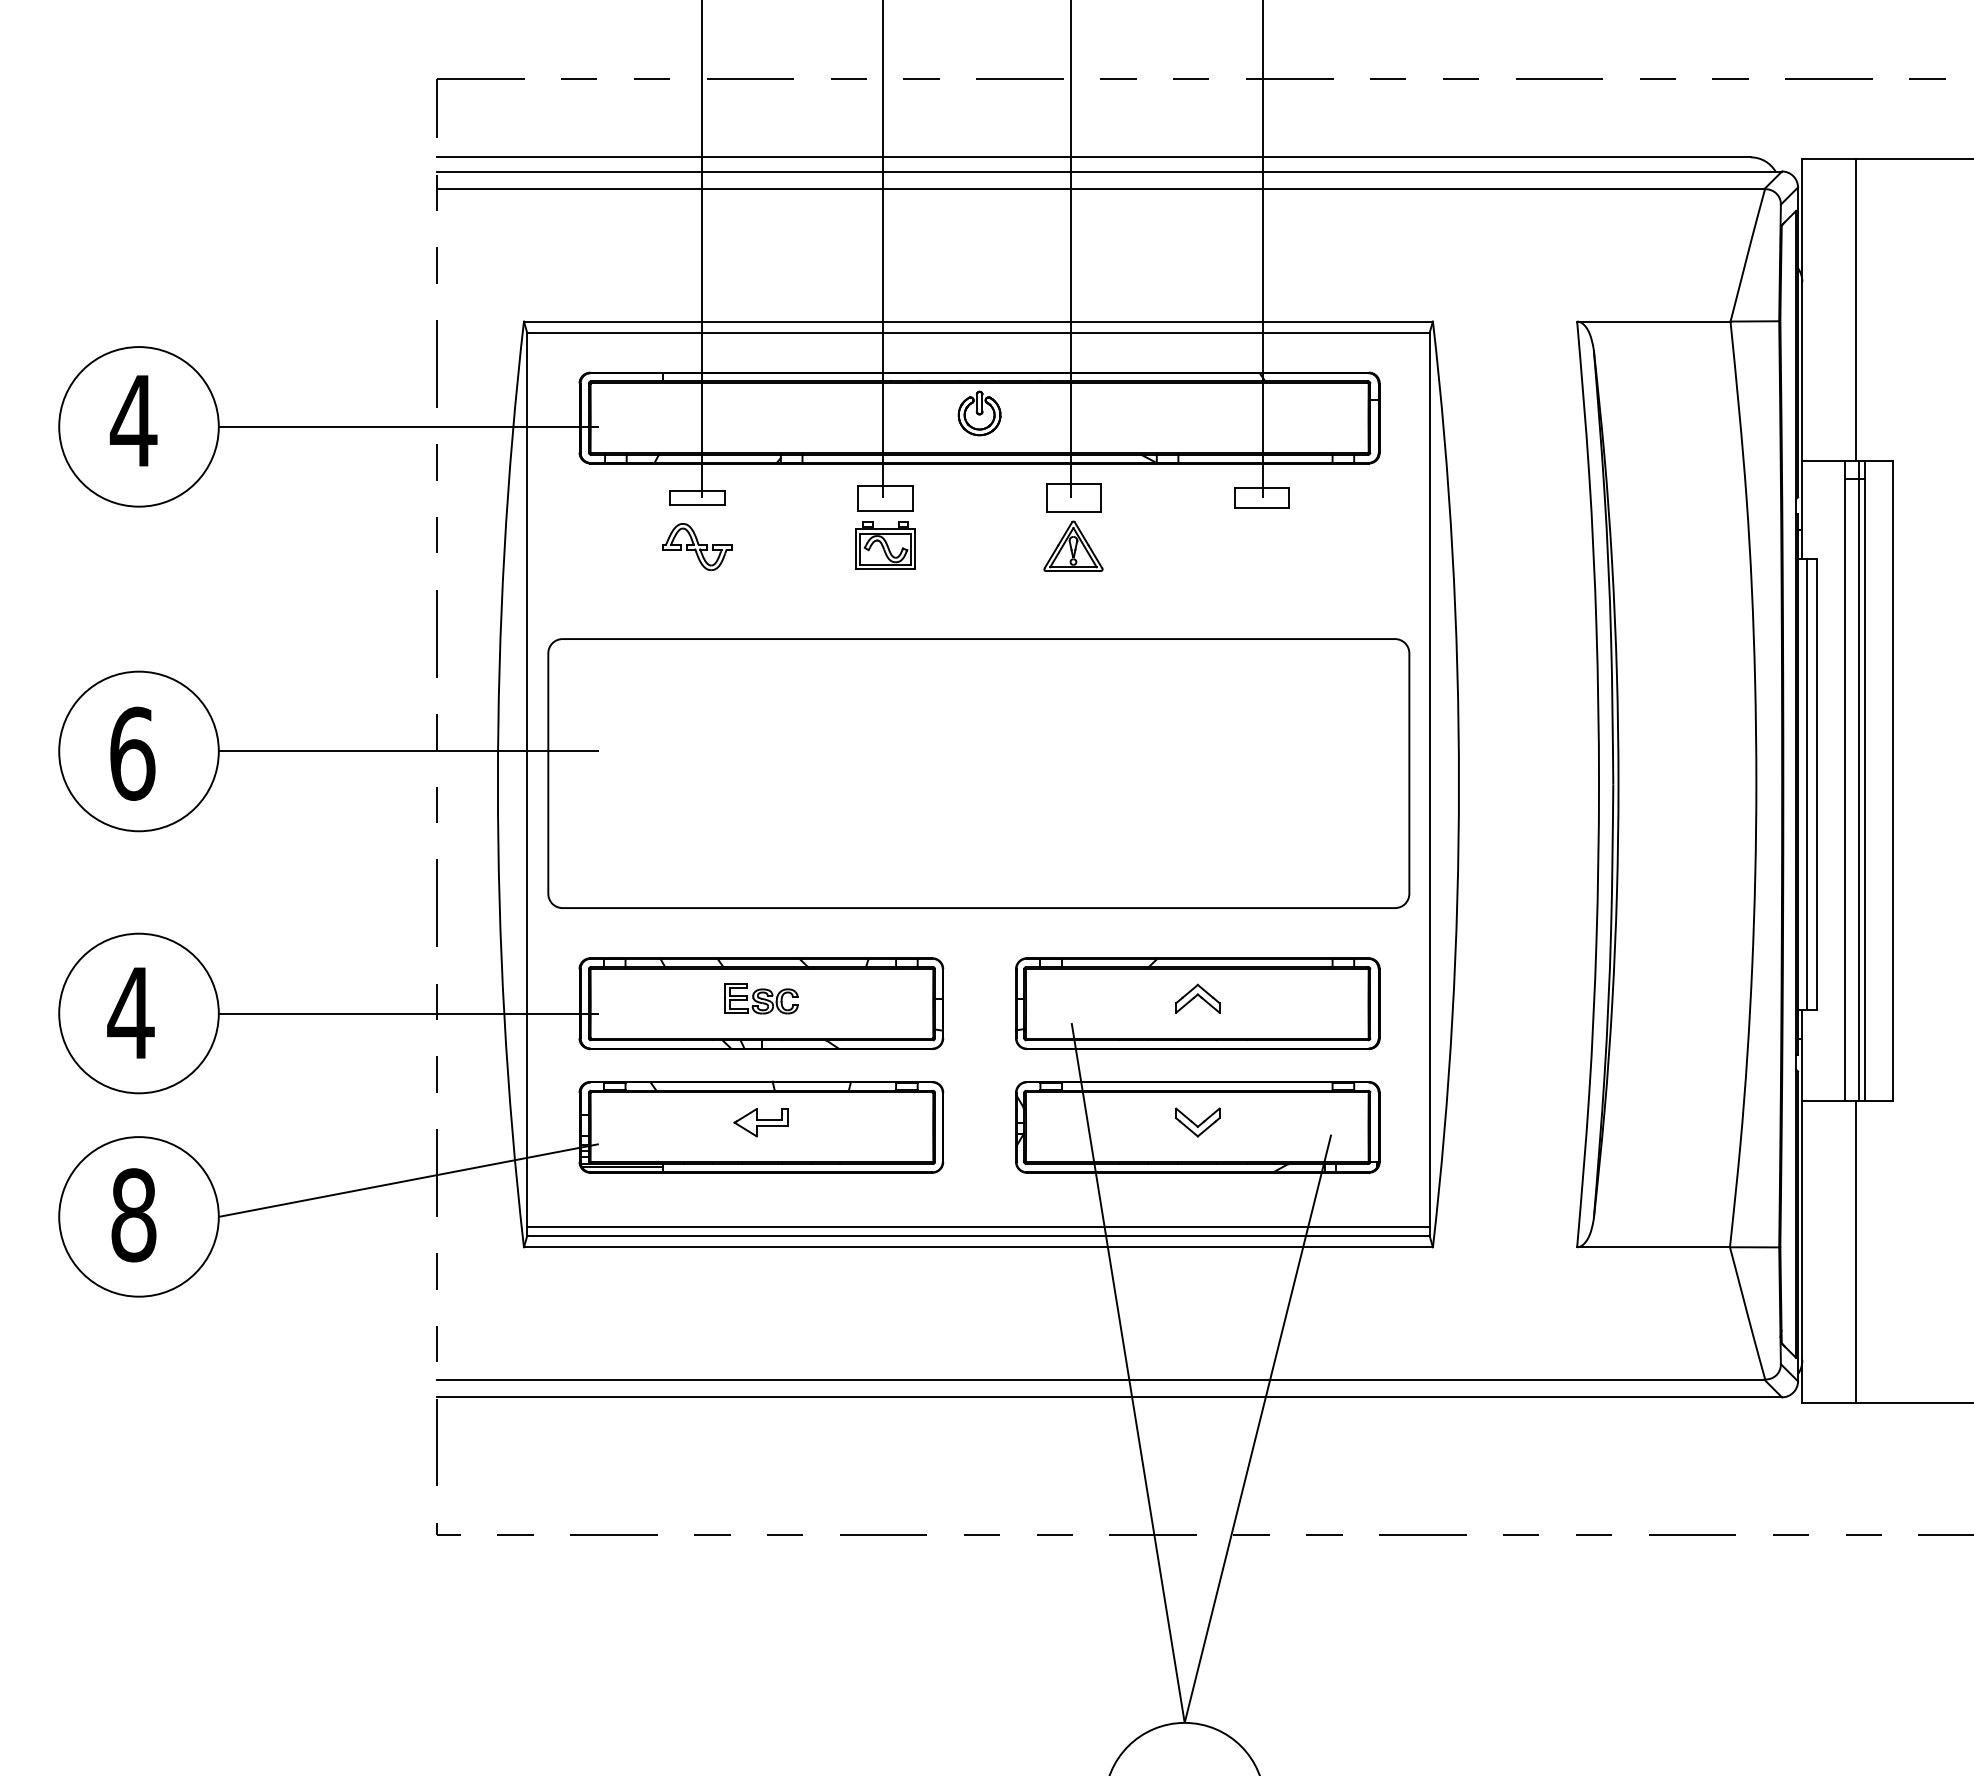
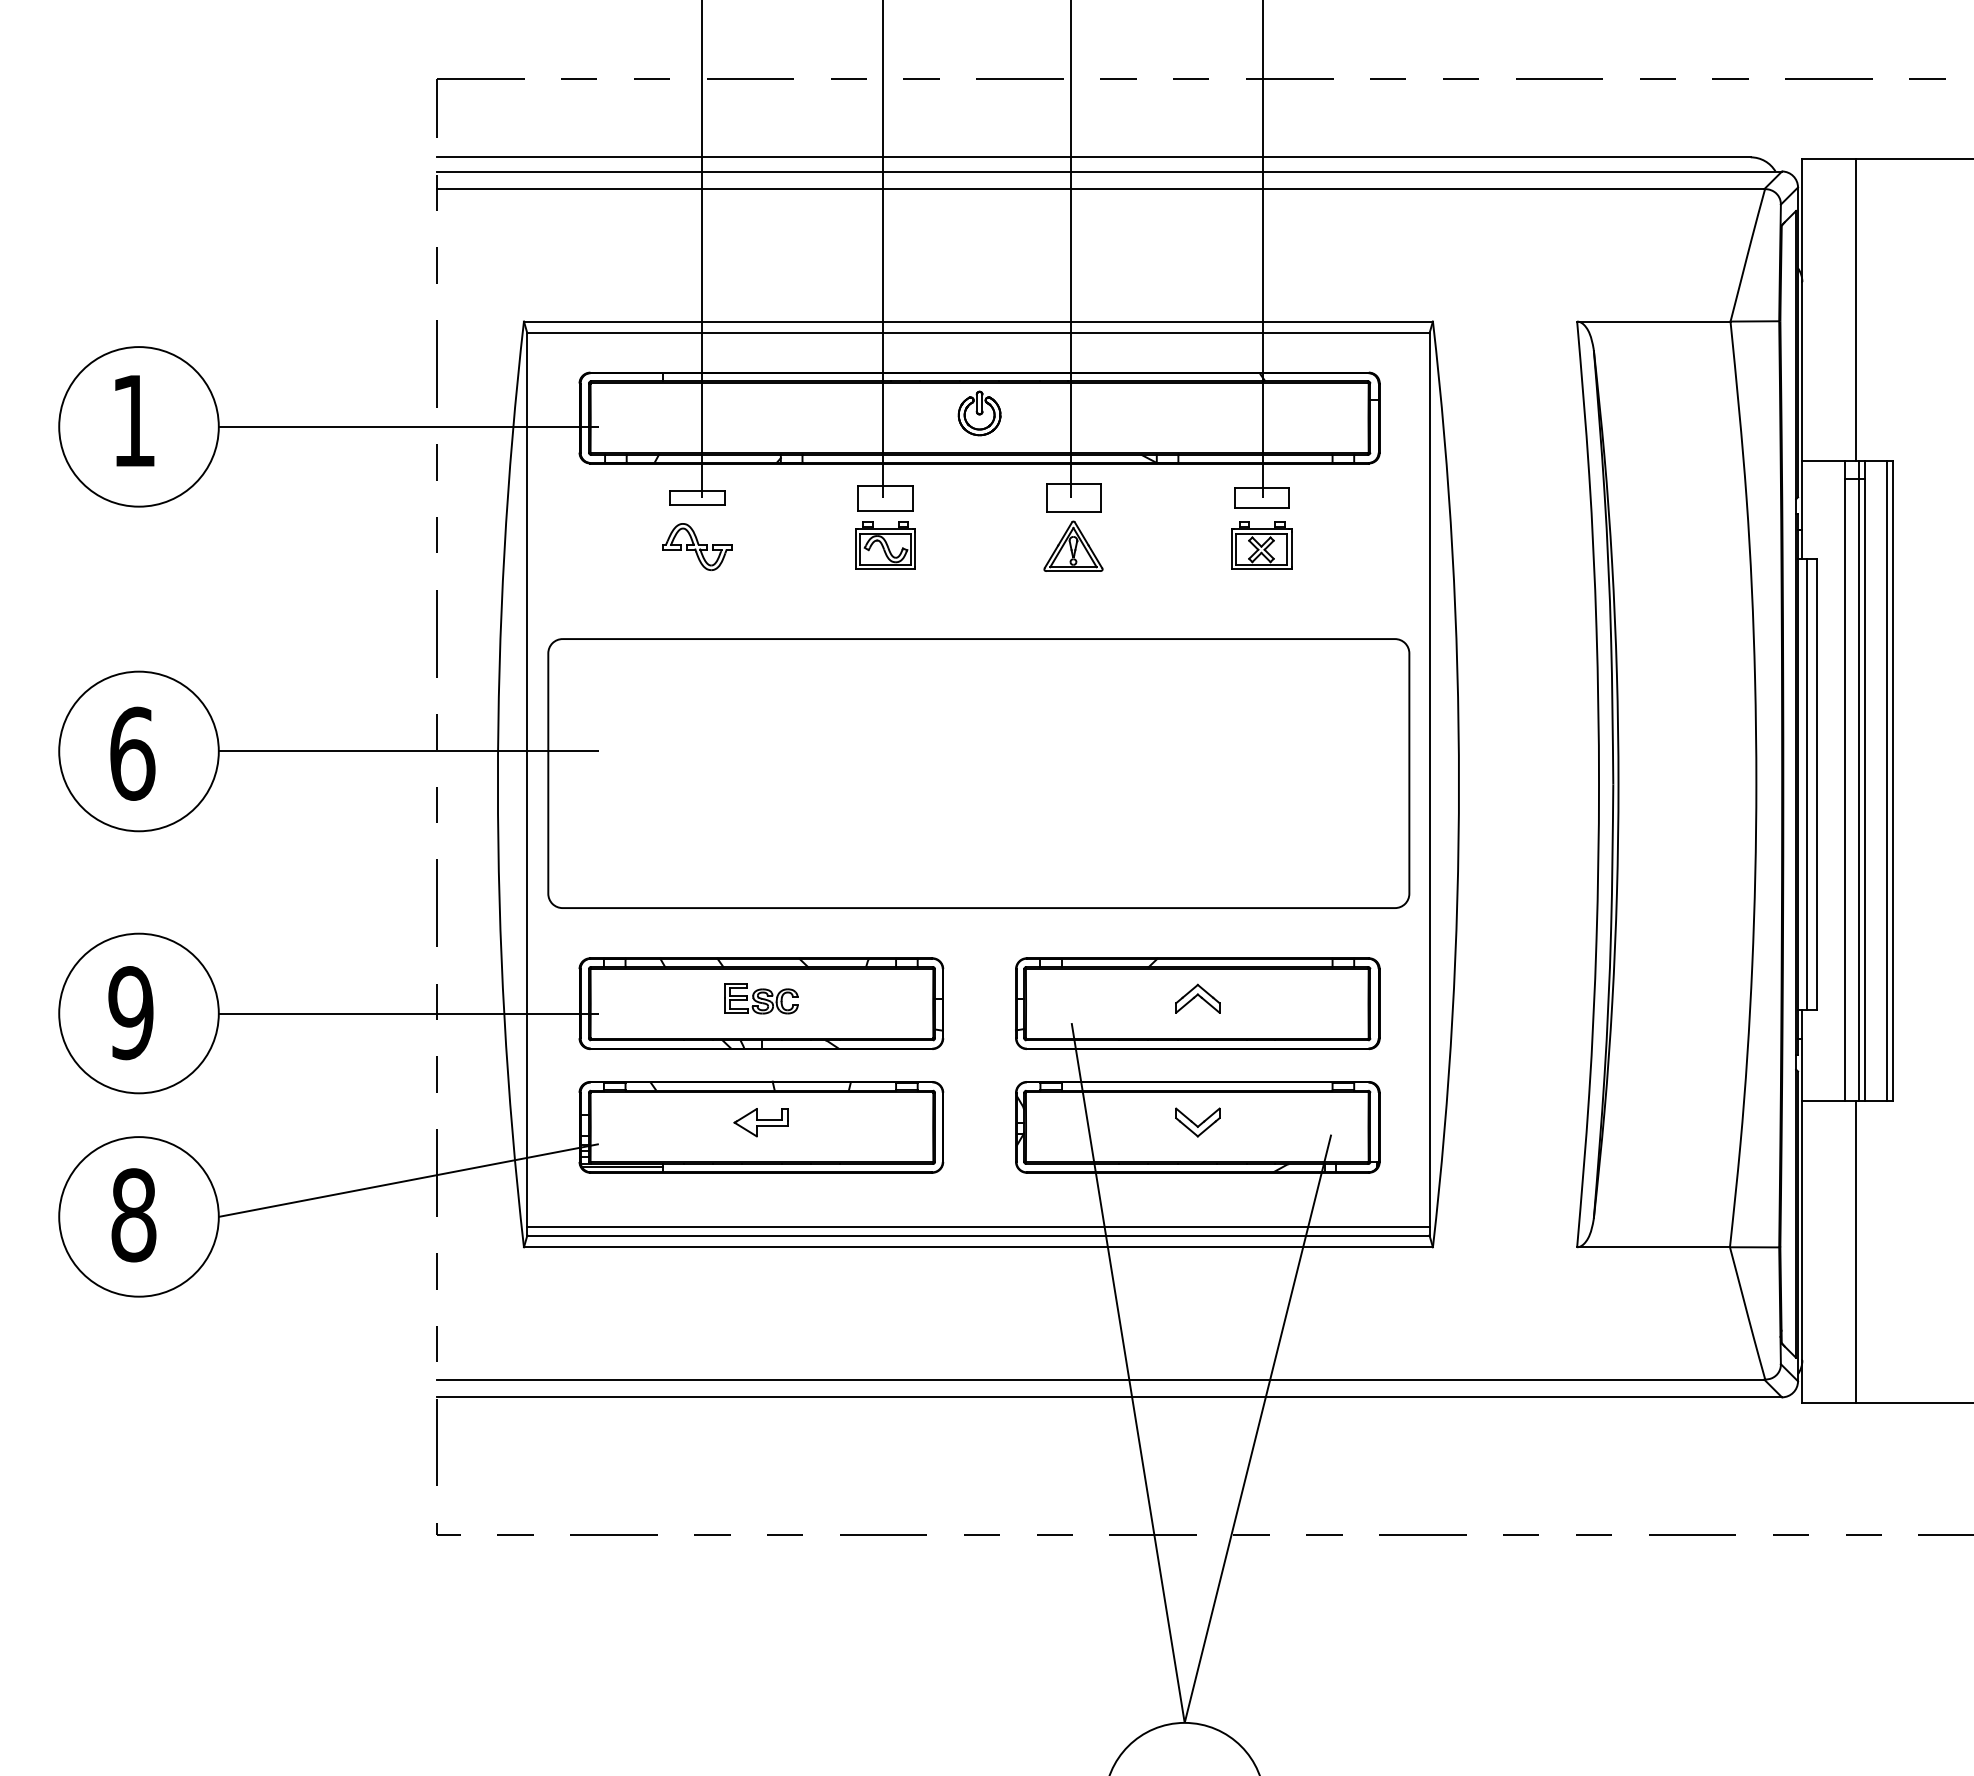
text at (133, 420): 4 -> 1
part at (1261, 545): none -> present
line at (1887, 780): none -> present
text at (130, 1013): 4 -> 9
